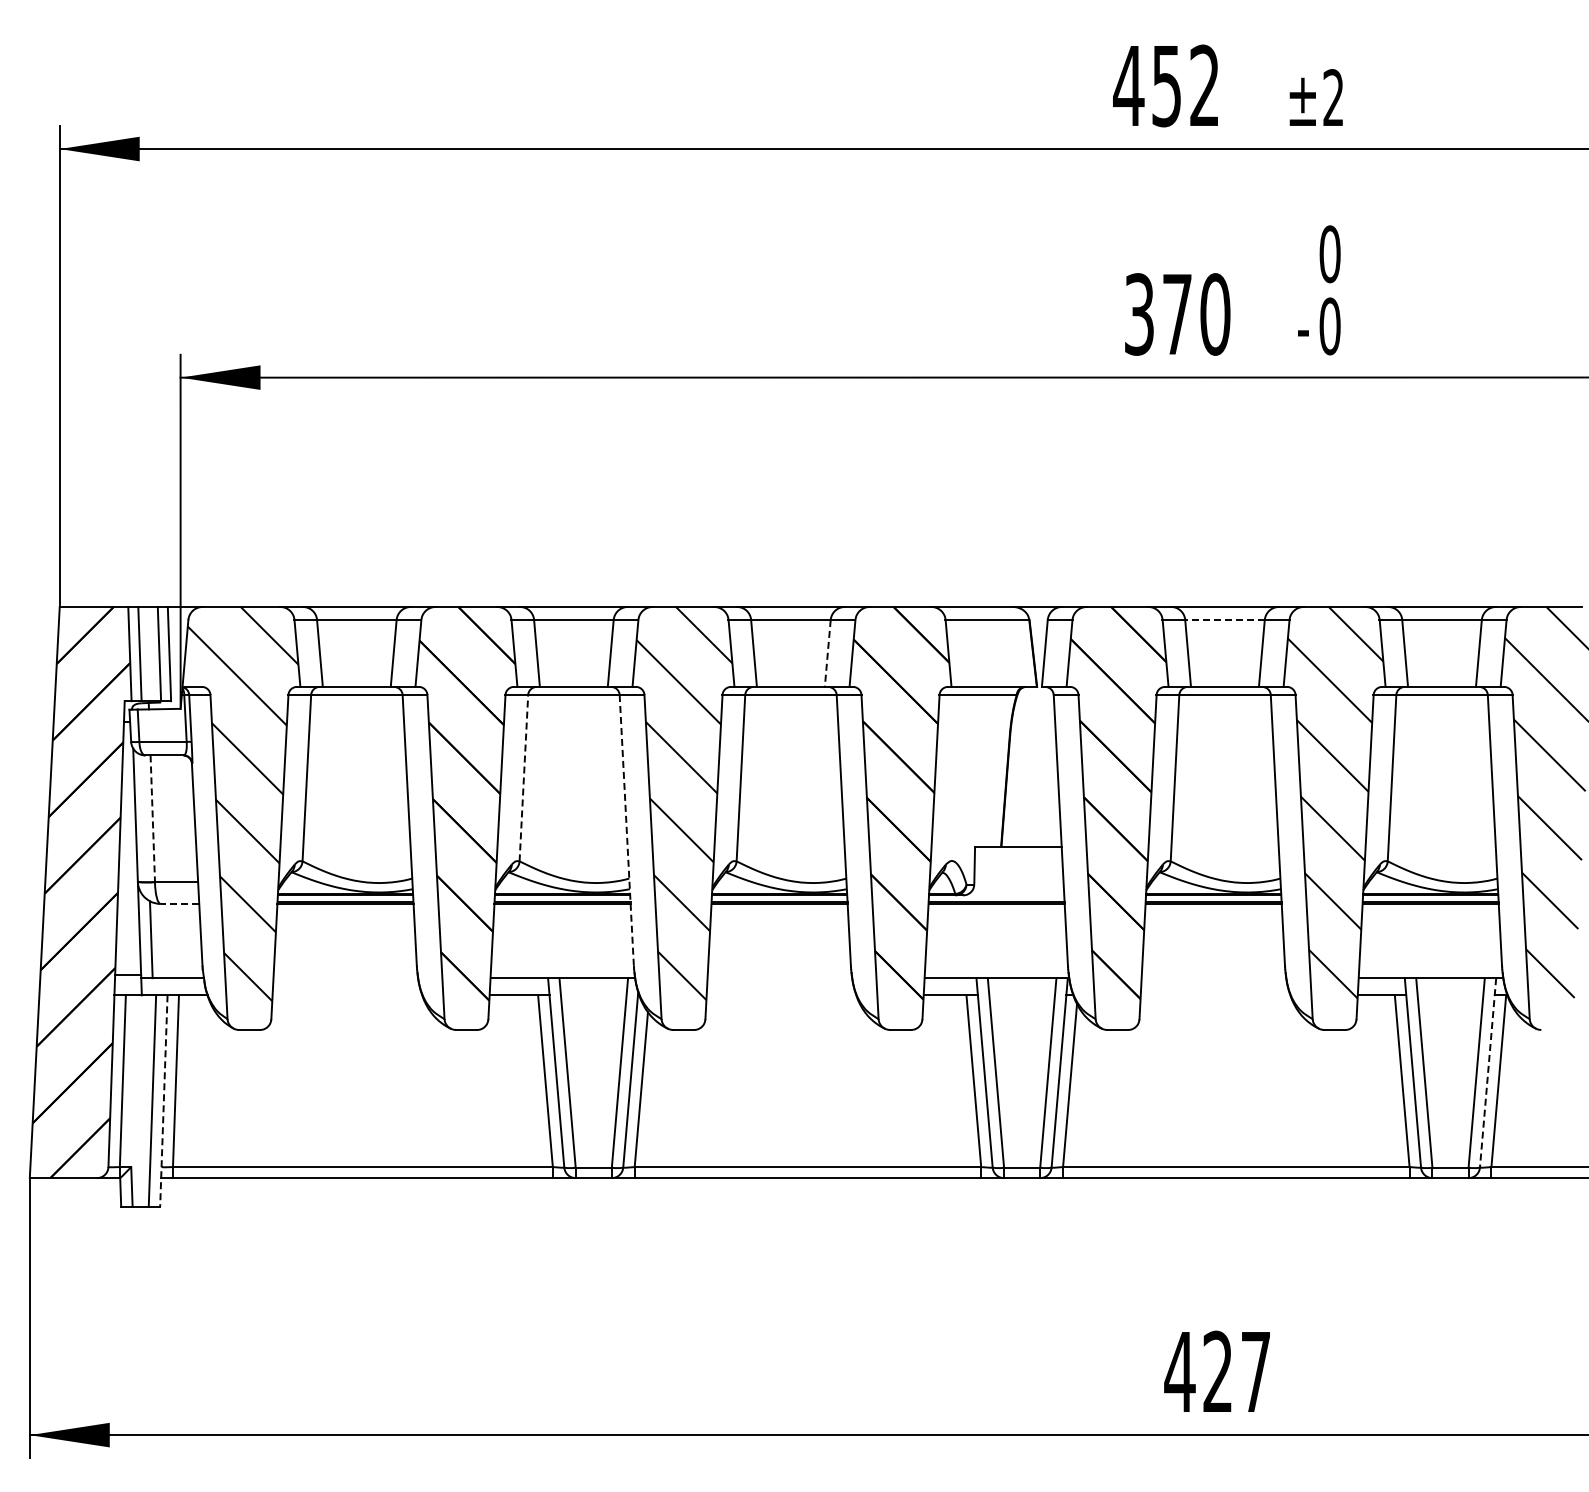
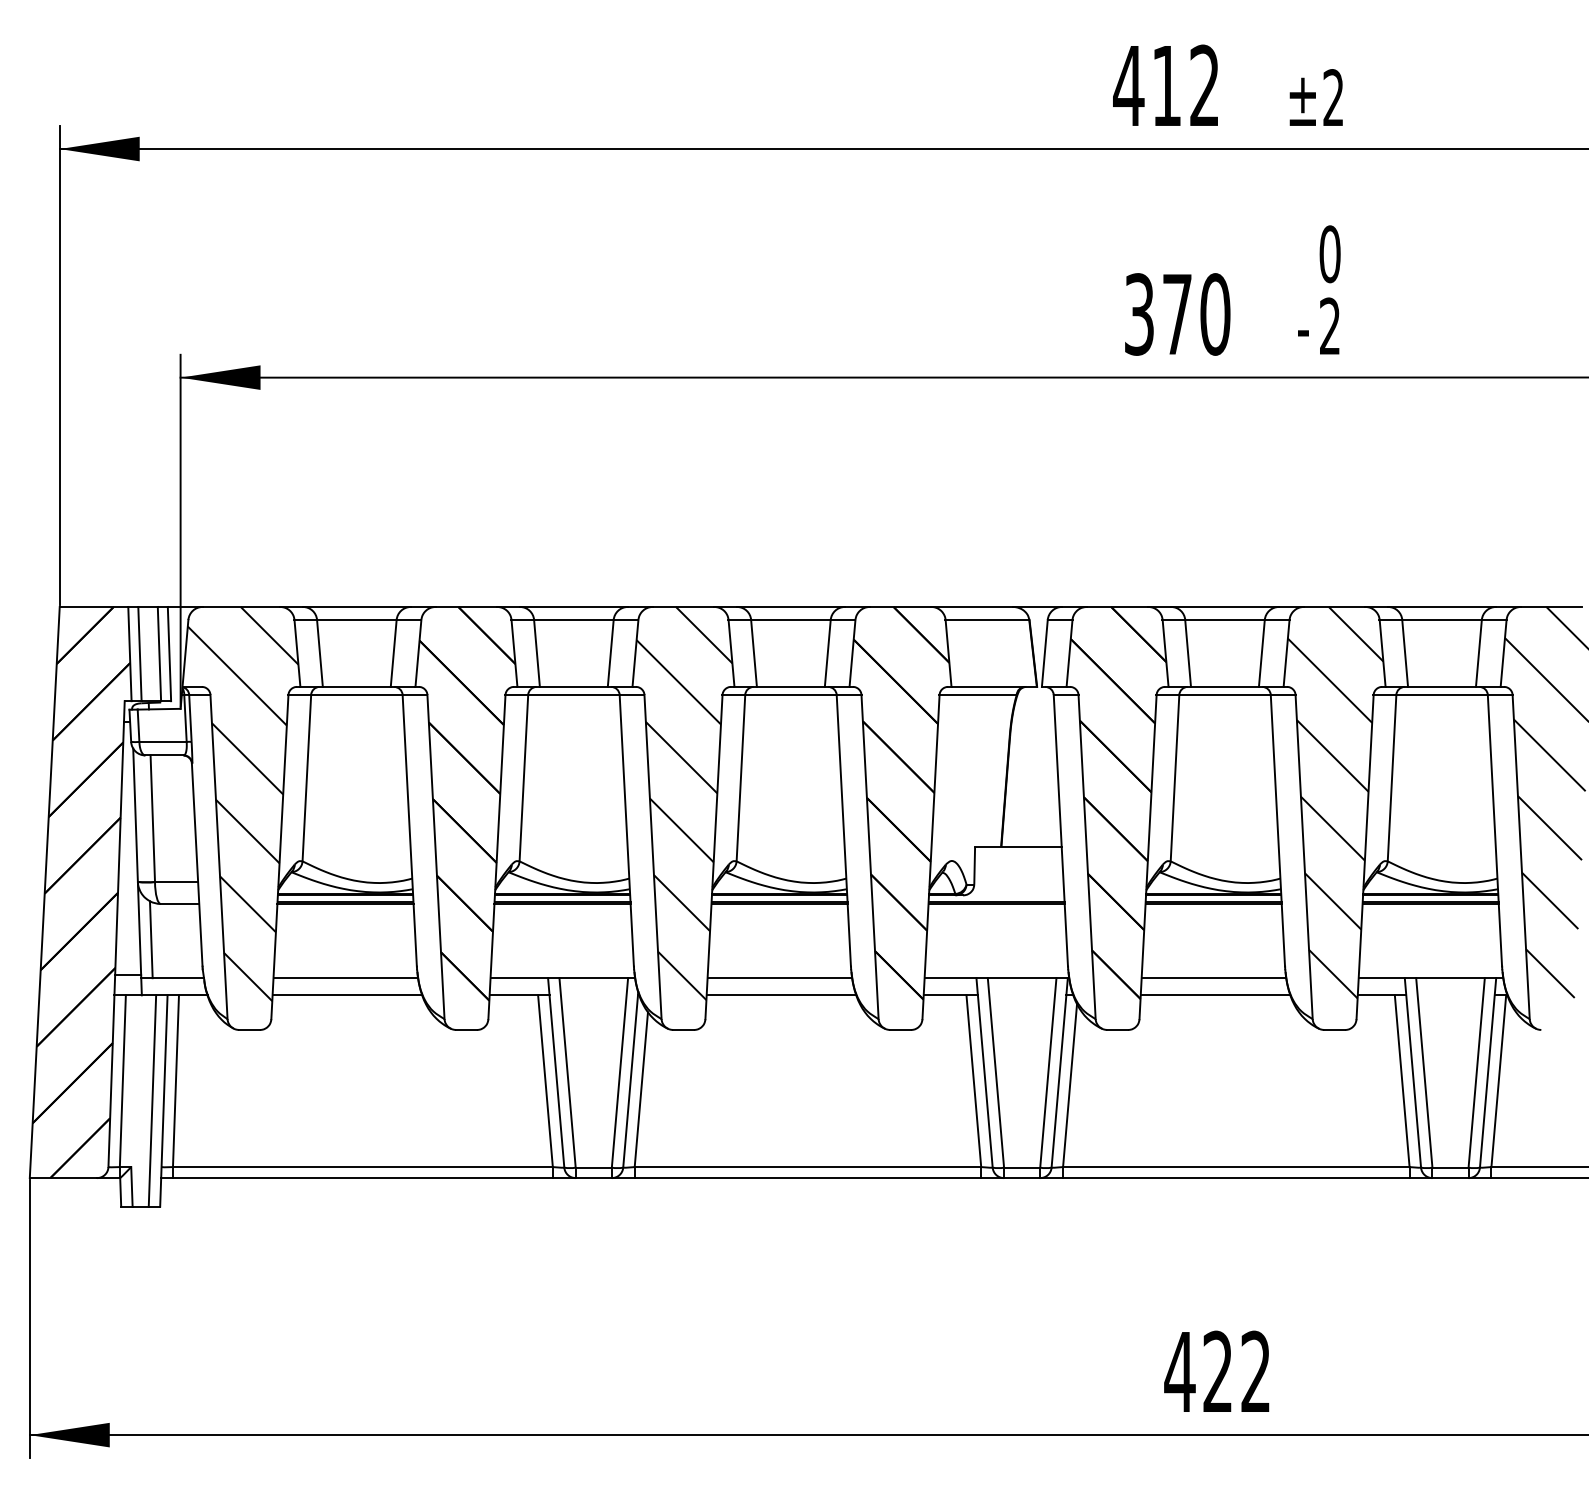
text at (1166, 86): 452 -> 412
text at (1329, 326): 0 -> 2
line at (1225, 619): dashed -> solid
line at (827, 653): dashed -> solid
line at (523, 777): dashed -> solid
line at (152, 819): dashed -> solid
line at (626, 830): dashed -> solid
line at (179, 903): dashed -> solid
line at (345, 978): none -> present
line at (779, 978): none -> present
line at (1213, 978): none -> present
line at (347, 995): none -> present
line at (781, 995): none -> present
line at (1215, 995): none -> present
line at (1488, 1073): dashed -> solid
line at (163, 1101): dashed -> solid
text at (1255, 1370): 427 -> 422
